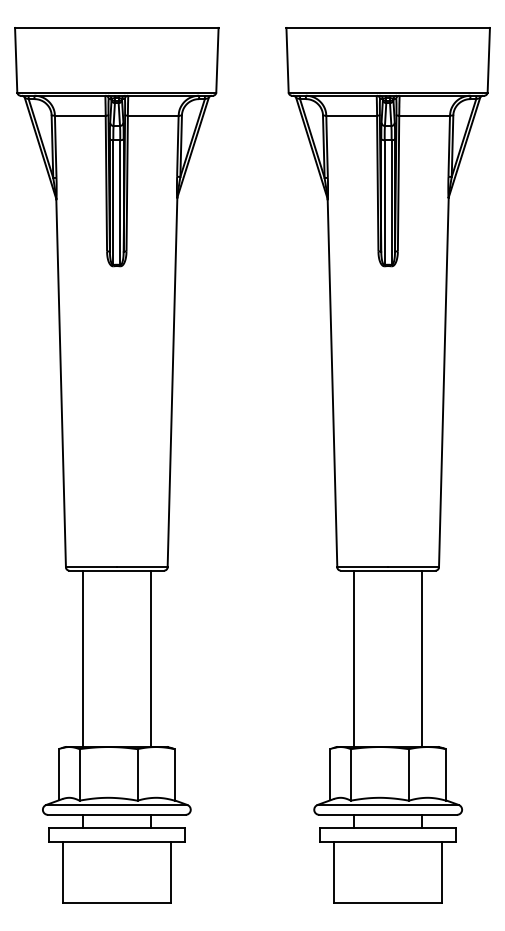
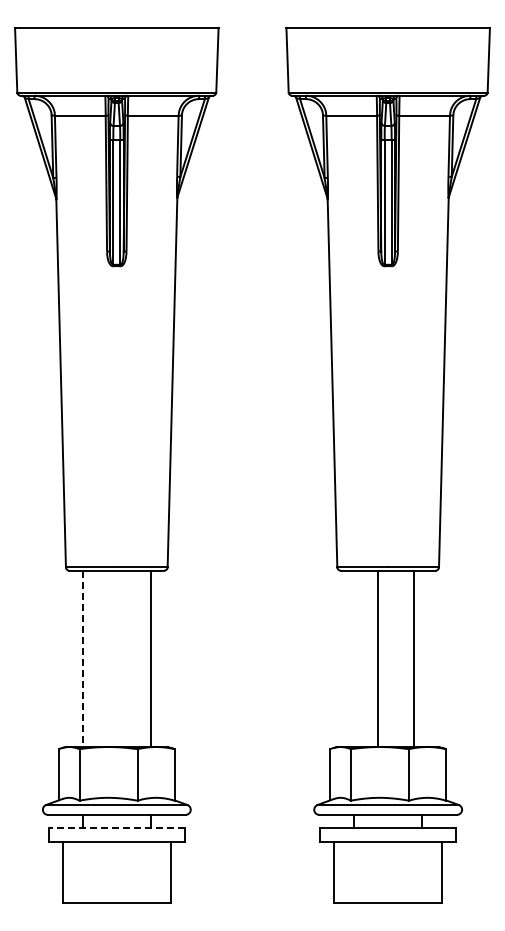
line at (354, 658) position: (354, 658) -> (378, 658)
line at (422, 658) position: (422, 658) -> (414, 658)
line at (82, 659): solid -> dashed
line at (116, 828): solid -> dashed
